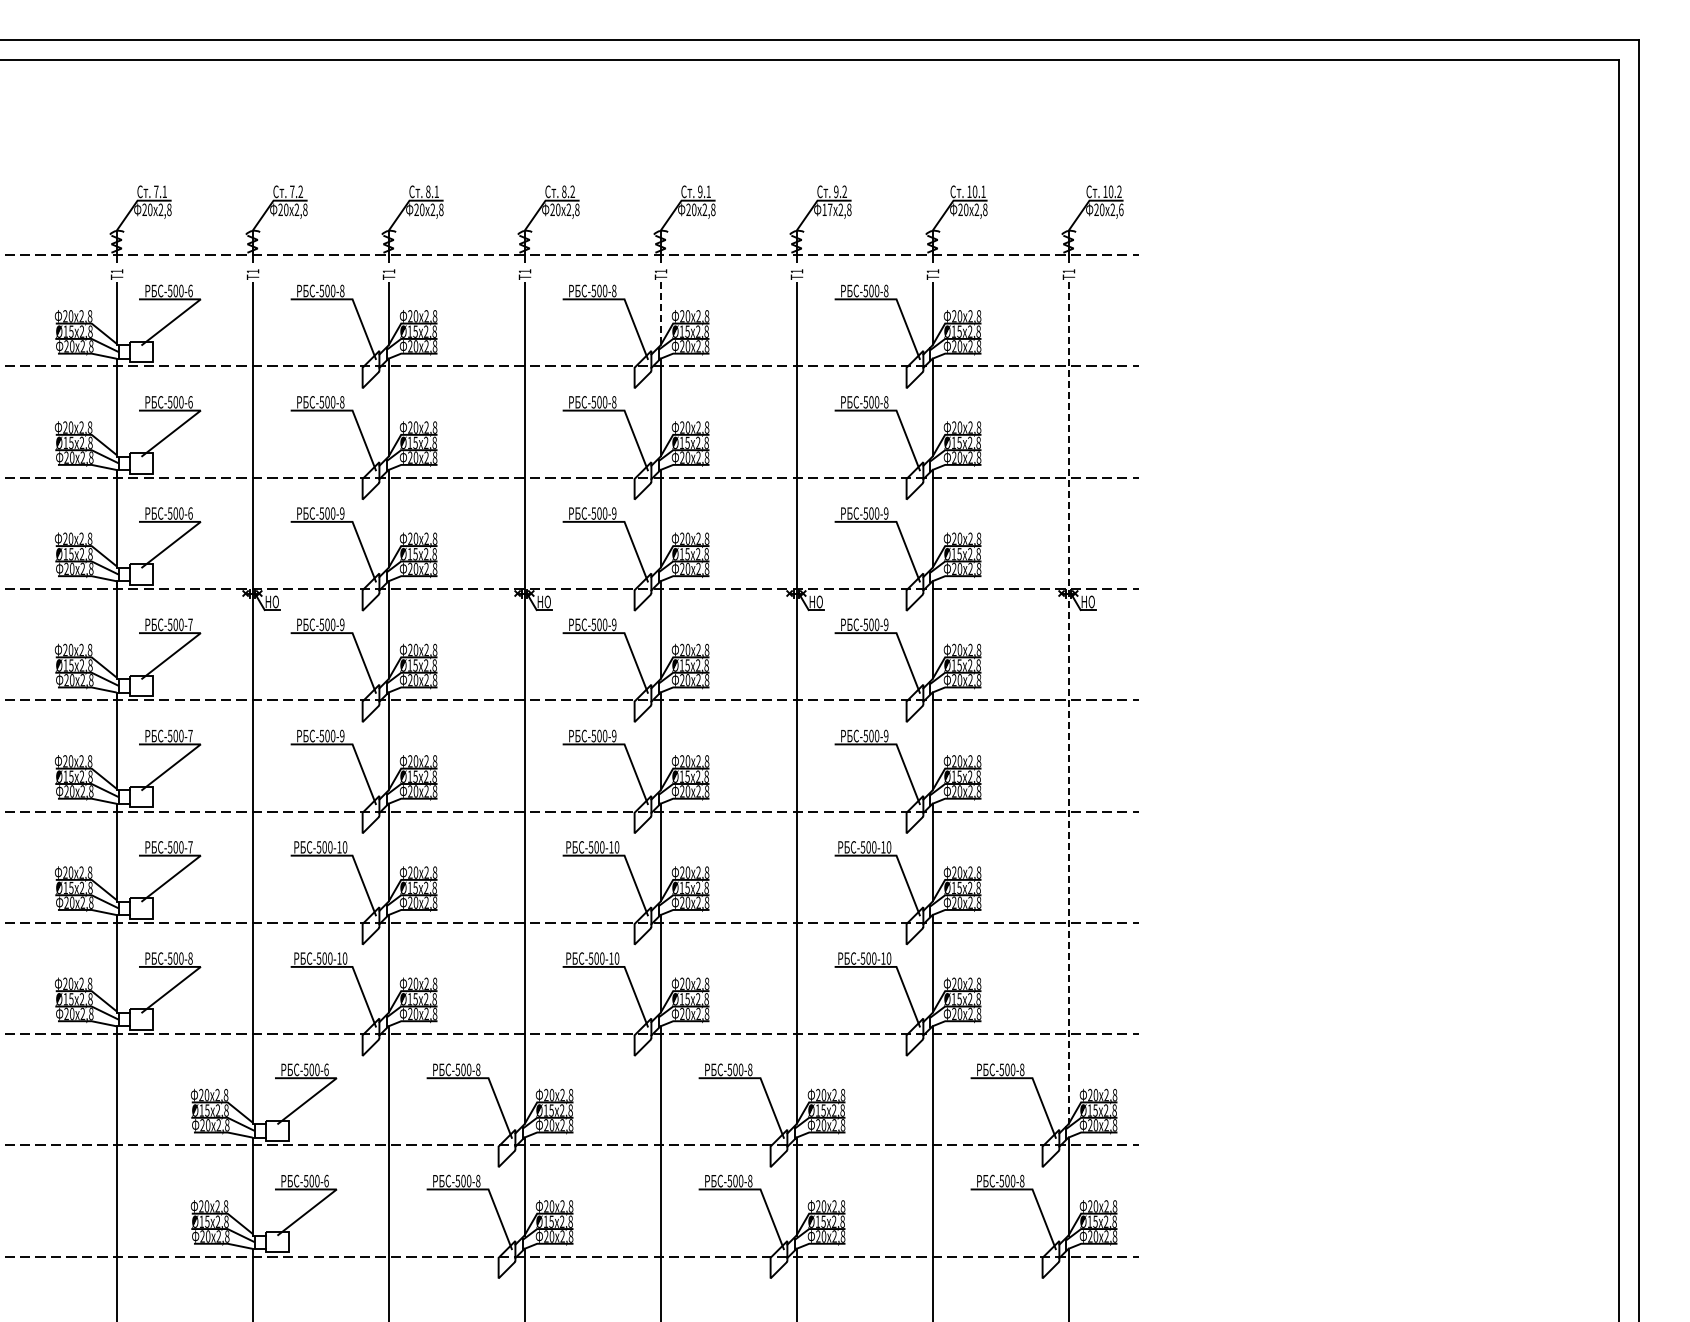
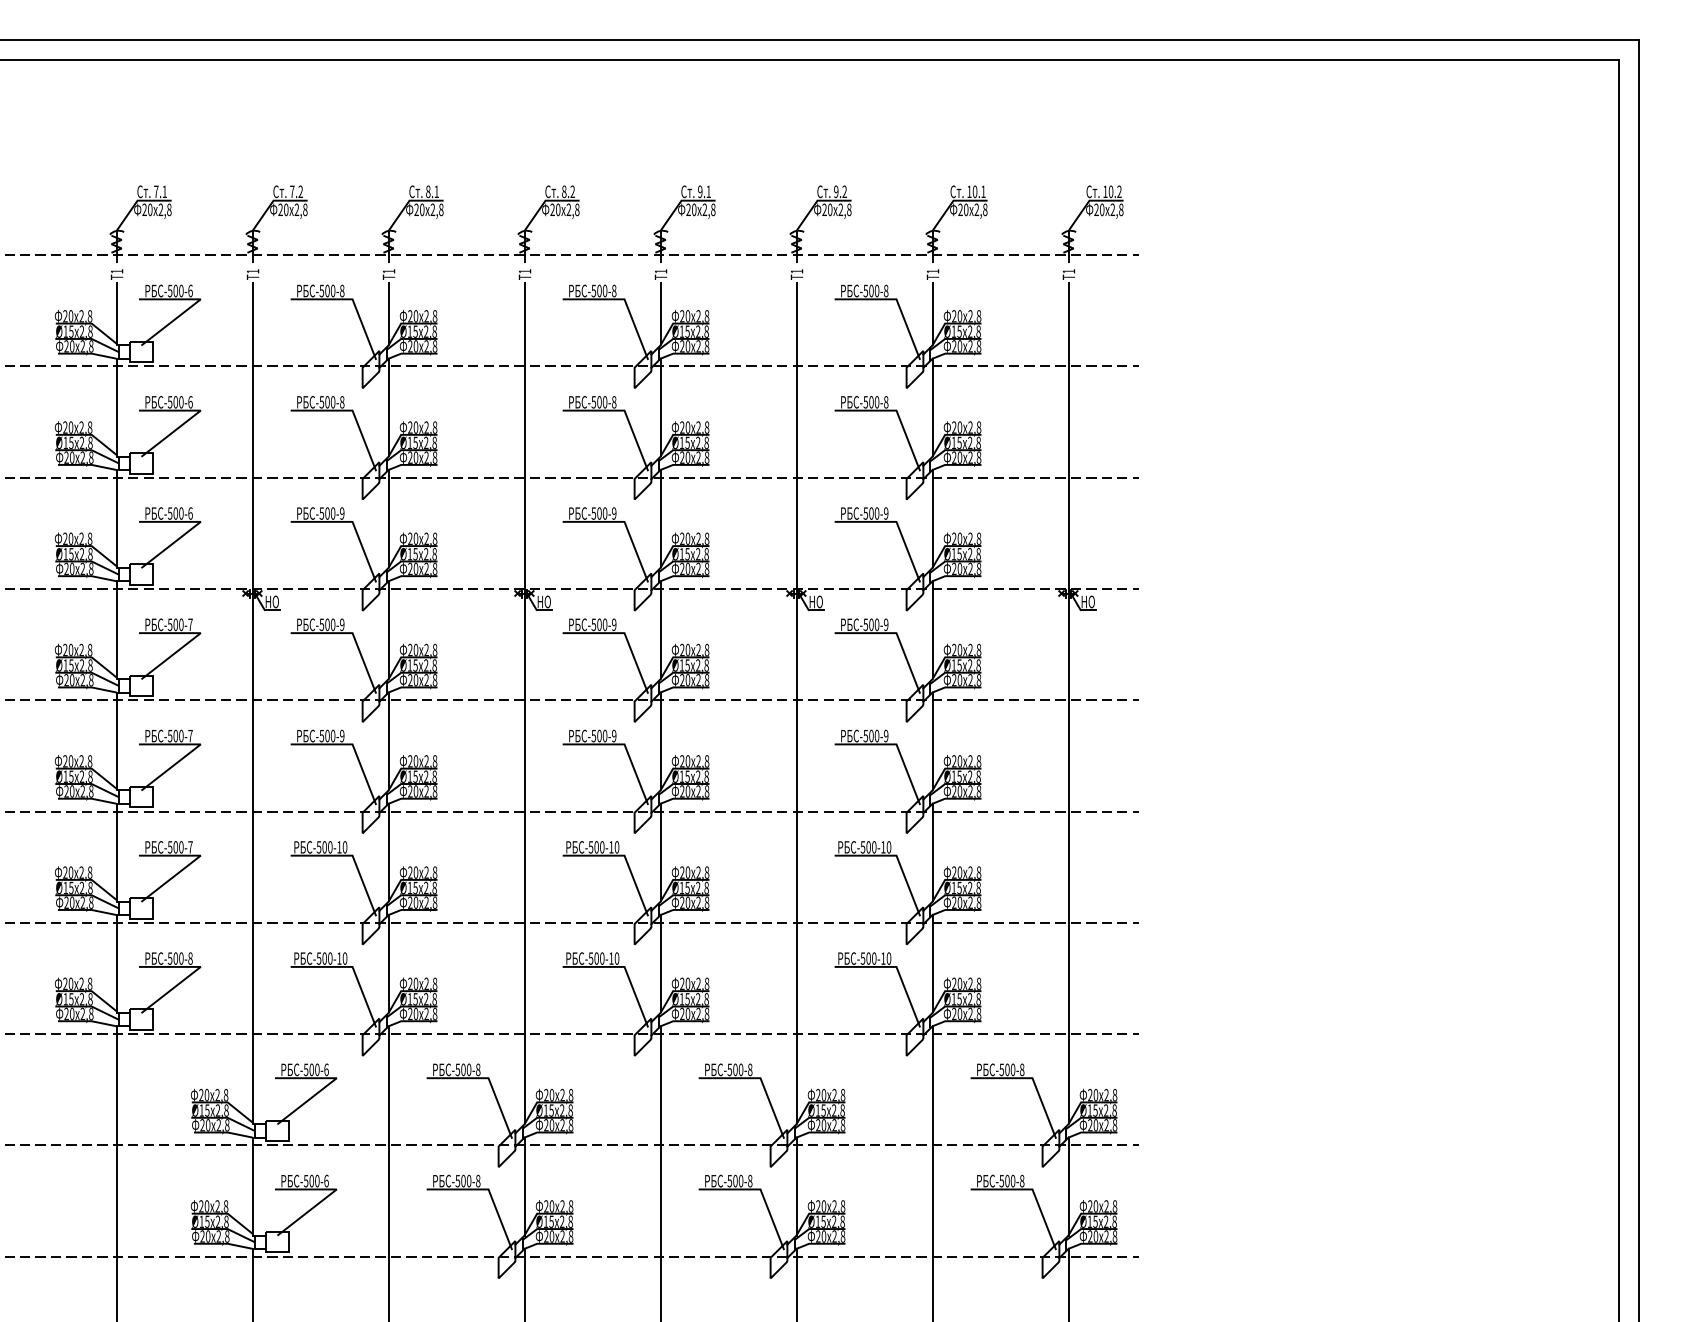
text at (827, 209): 17 -> 20
text at (1121, 209): 2,6 -> 2,8
line at (660, 313): dashed -> solid
line at (1068, 703): dashed -> solid
